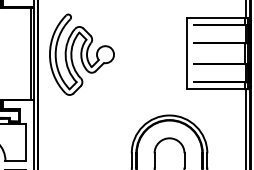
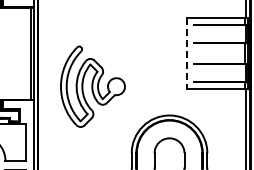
line at (187, 53): solid -> dashed
part at (81, 54) position: (81, 54) -> (92, 86)
